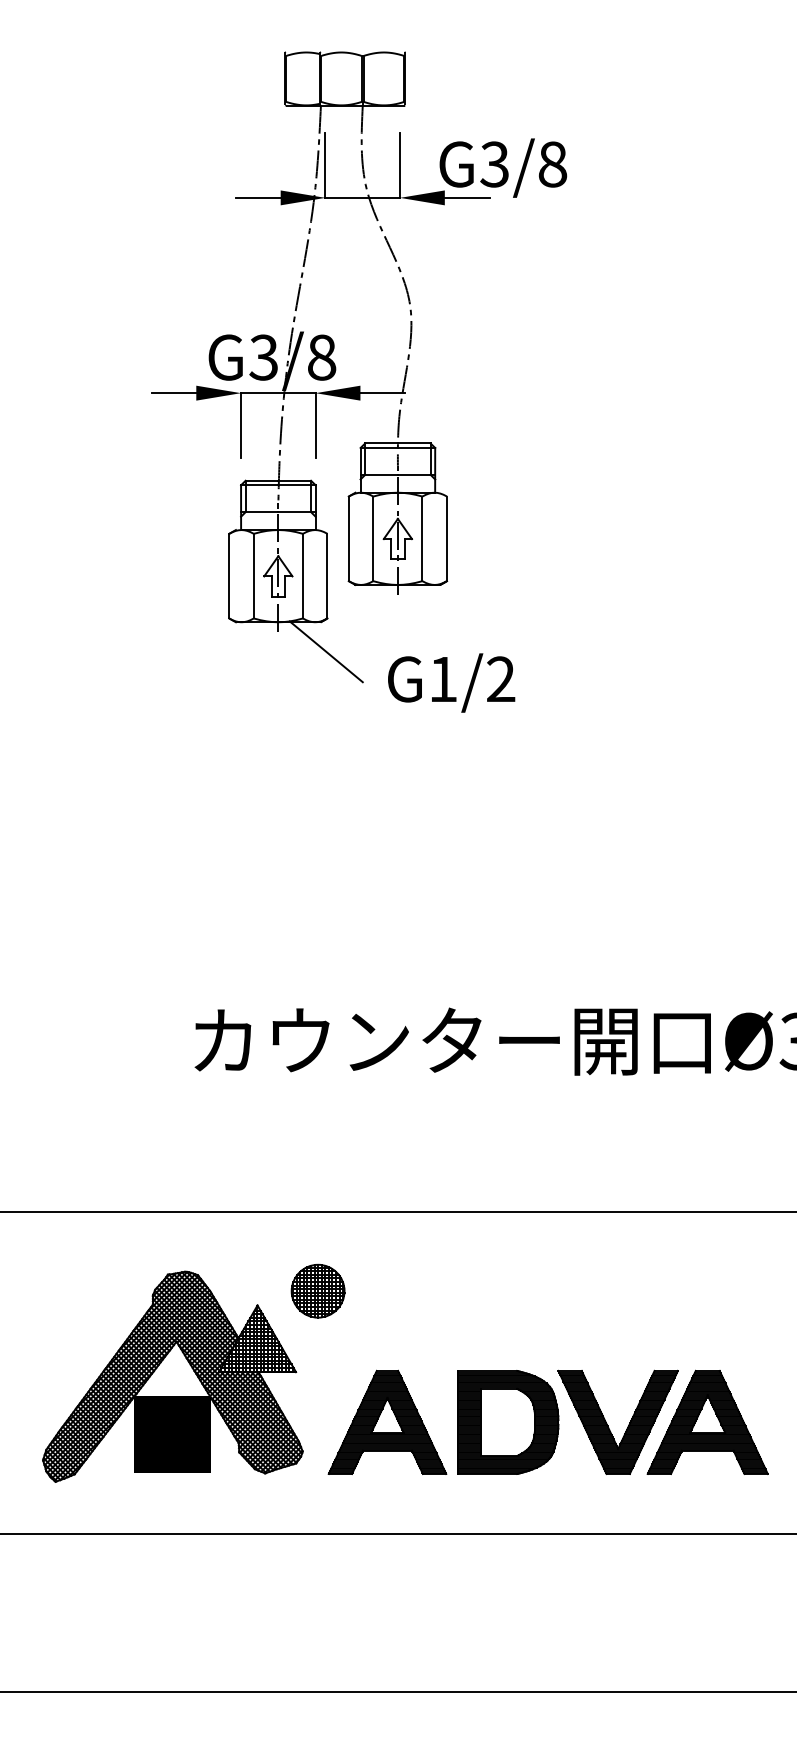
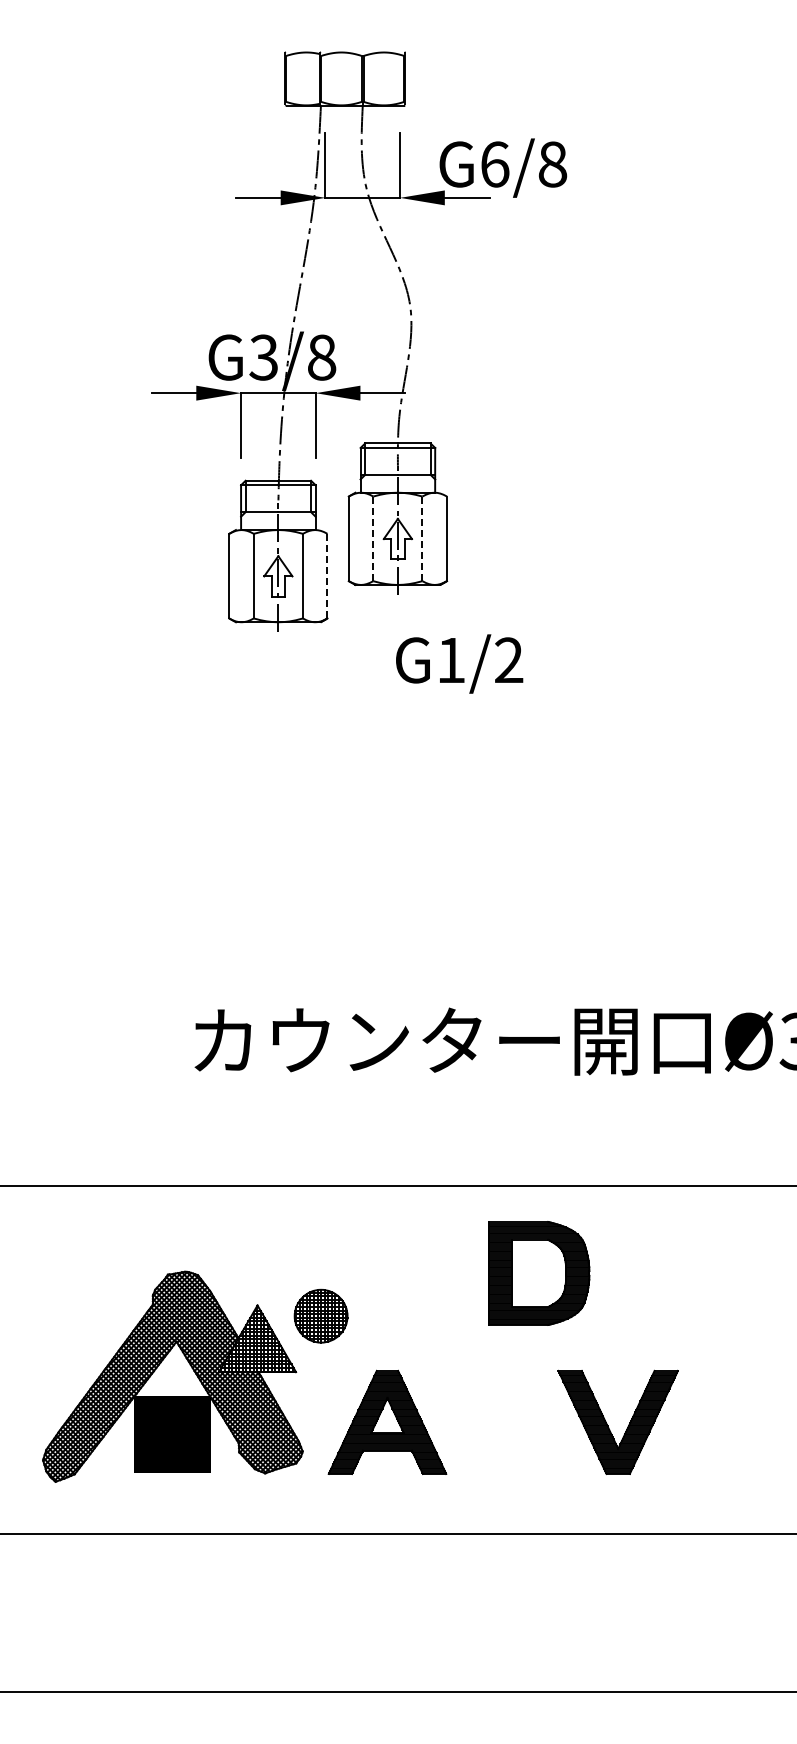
text at (494, 164): G3/8 -> G6/8
line at (373, 538): solid -> dashed
line at (422, 538): solid -> dashed
line at (327, 575): solid -> dashed
line at (325, 651): present -> none
text at (451, 682) position: (451, 682) -> (459, 663)
line at (397, 1212) position: (397, 1212) -> (397, 1186)
part at (317, 1290) position: (317, 1290) -> (320, 1315)
part at (707, 1421): present -> none
part at (508, 1422) position: (508, 1422) -> (539, 1273)
